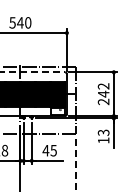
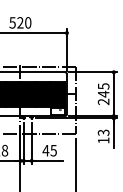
text at (20, 22): 540 -> 520
line at (33, 72): dashed -> solid
text at (103, 86): 242 -> 245
line at (75, 165): dashed -> solid
